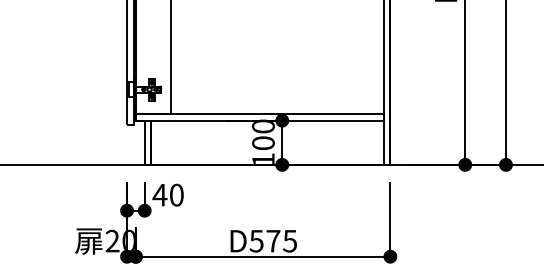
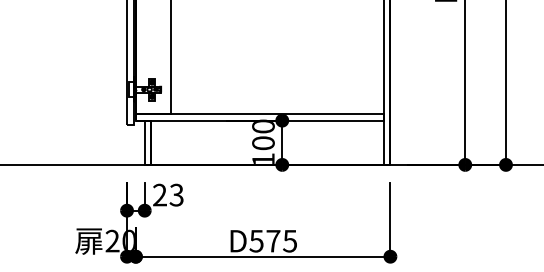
text at (167, 194): 40 -> 23
